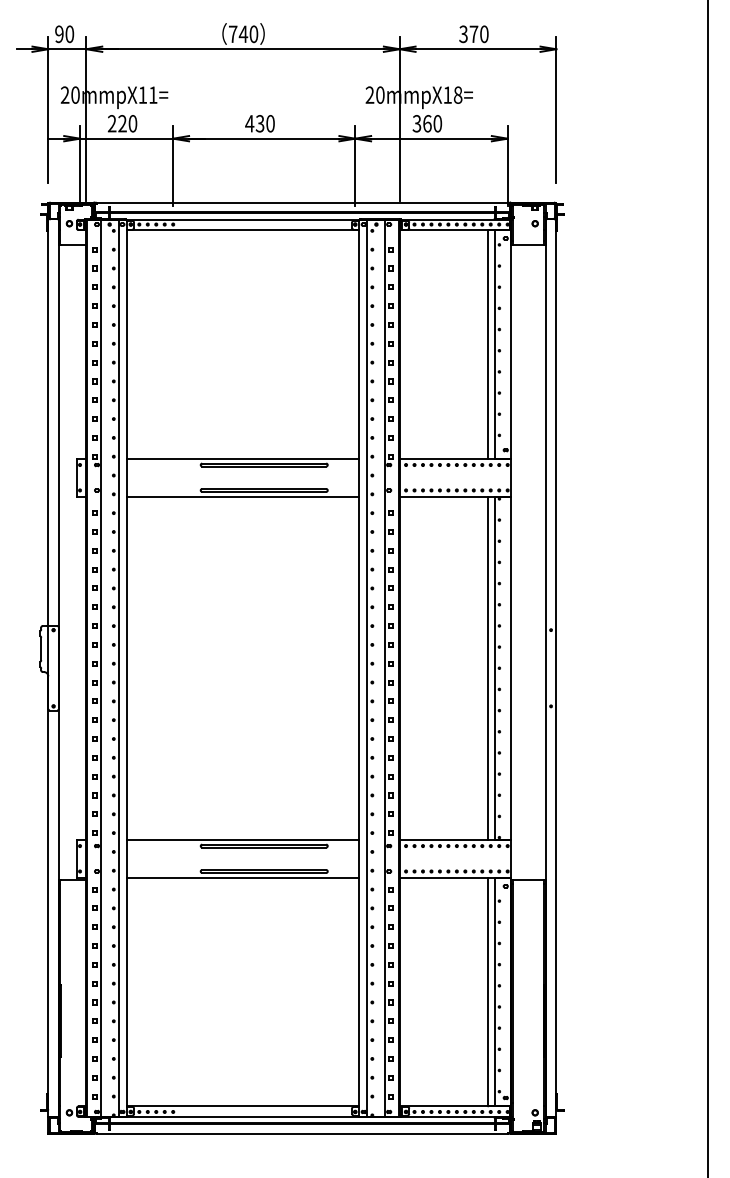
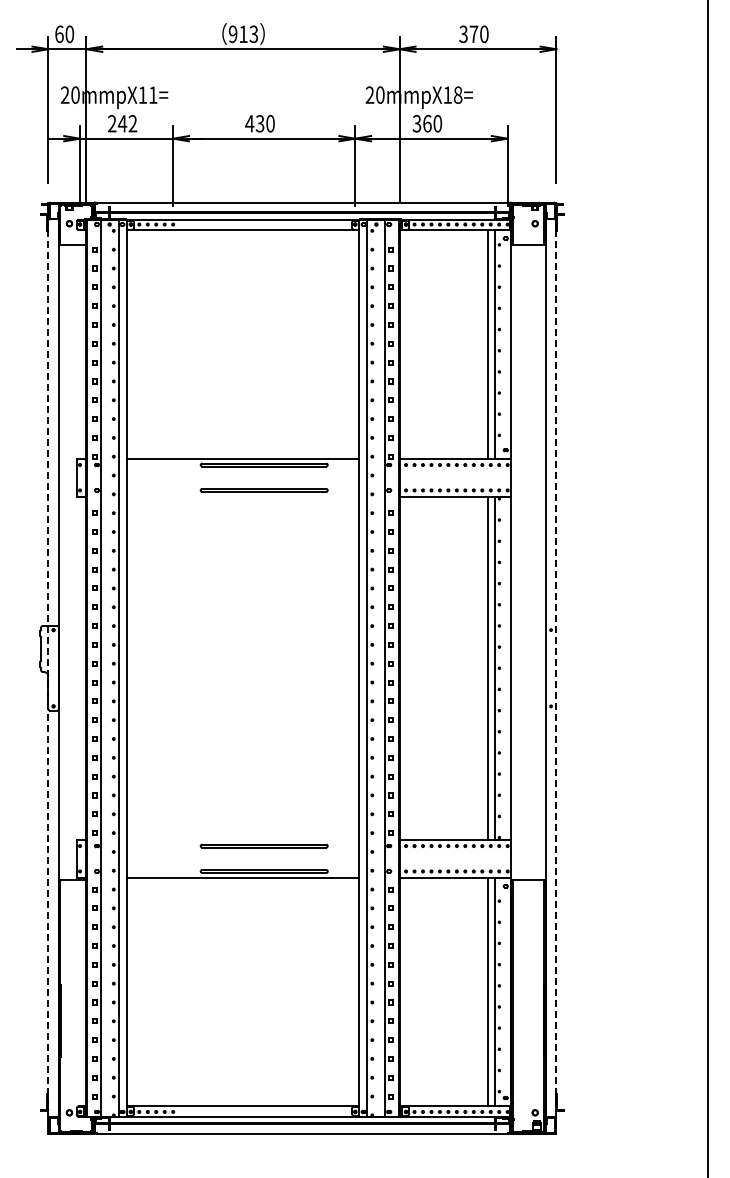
text at (59, 34): 90 -> 60
text at (243, 34): 740 -> 913
text at (127, 123): 220 -> 242
line at (242, 496): present -> none
line at (48, 668): solid -> dashed
line at (556, 668): solid -> dashed
line at (242, 839): present -> none
